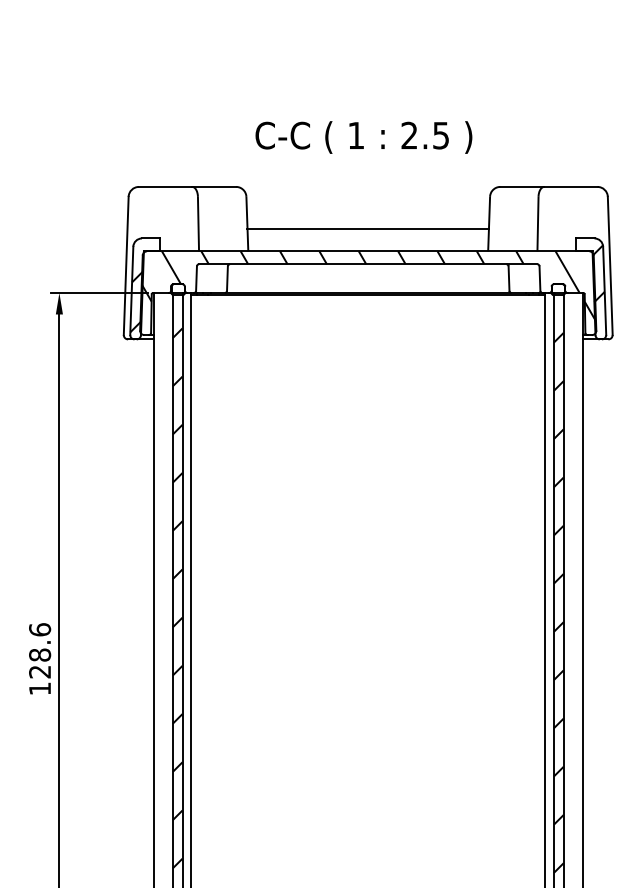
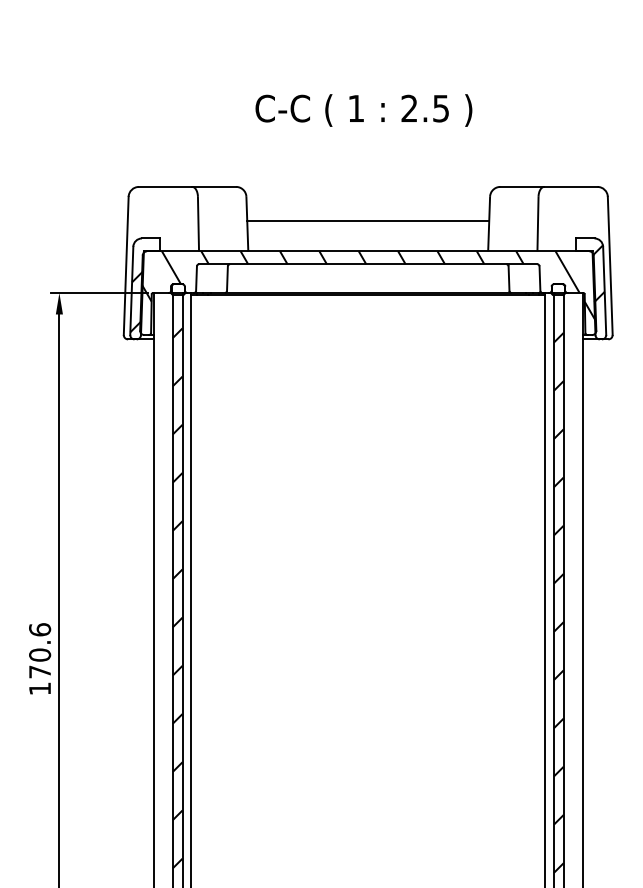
text at (363, 137) position: (363, 137) -> (363, 110)
line at (368, 229) position: (368, 229) -> (368, 221)
text at (39, 663): 128.6 -> 170.6
